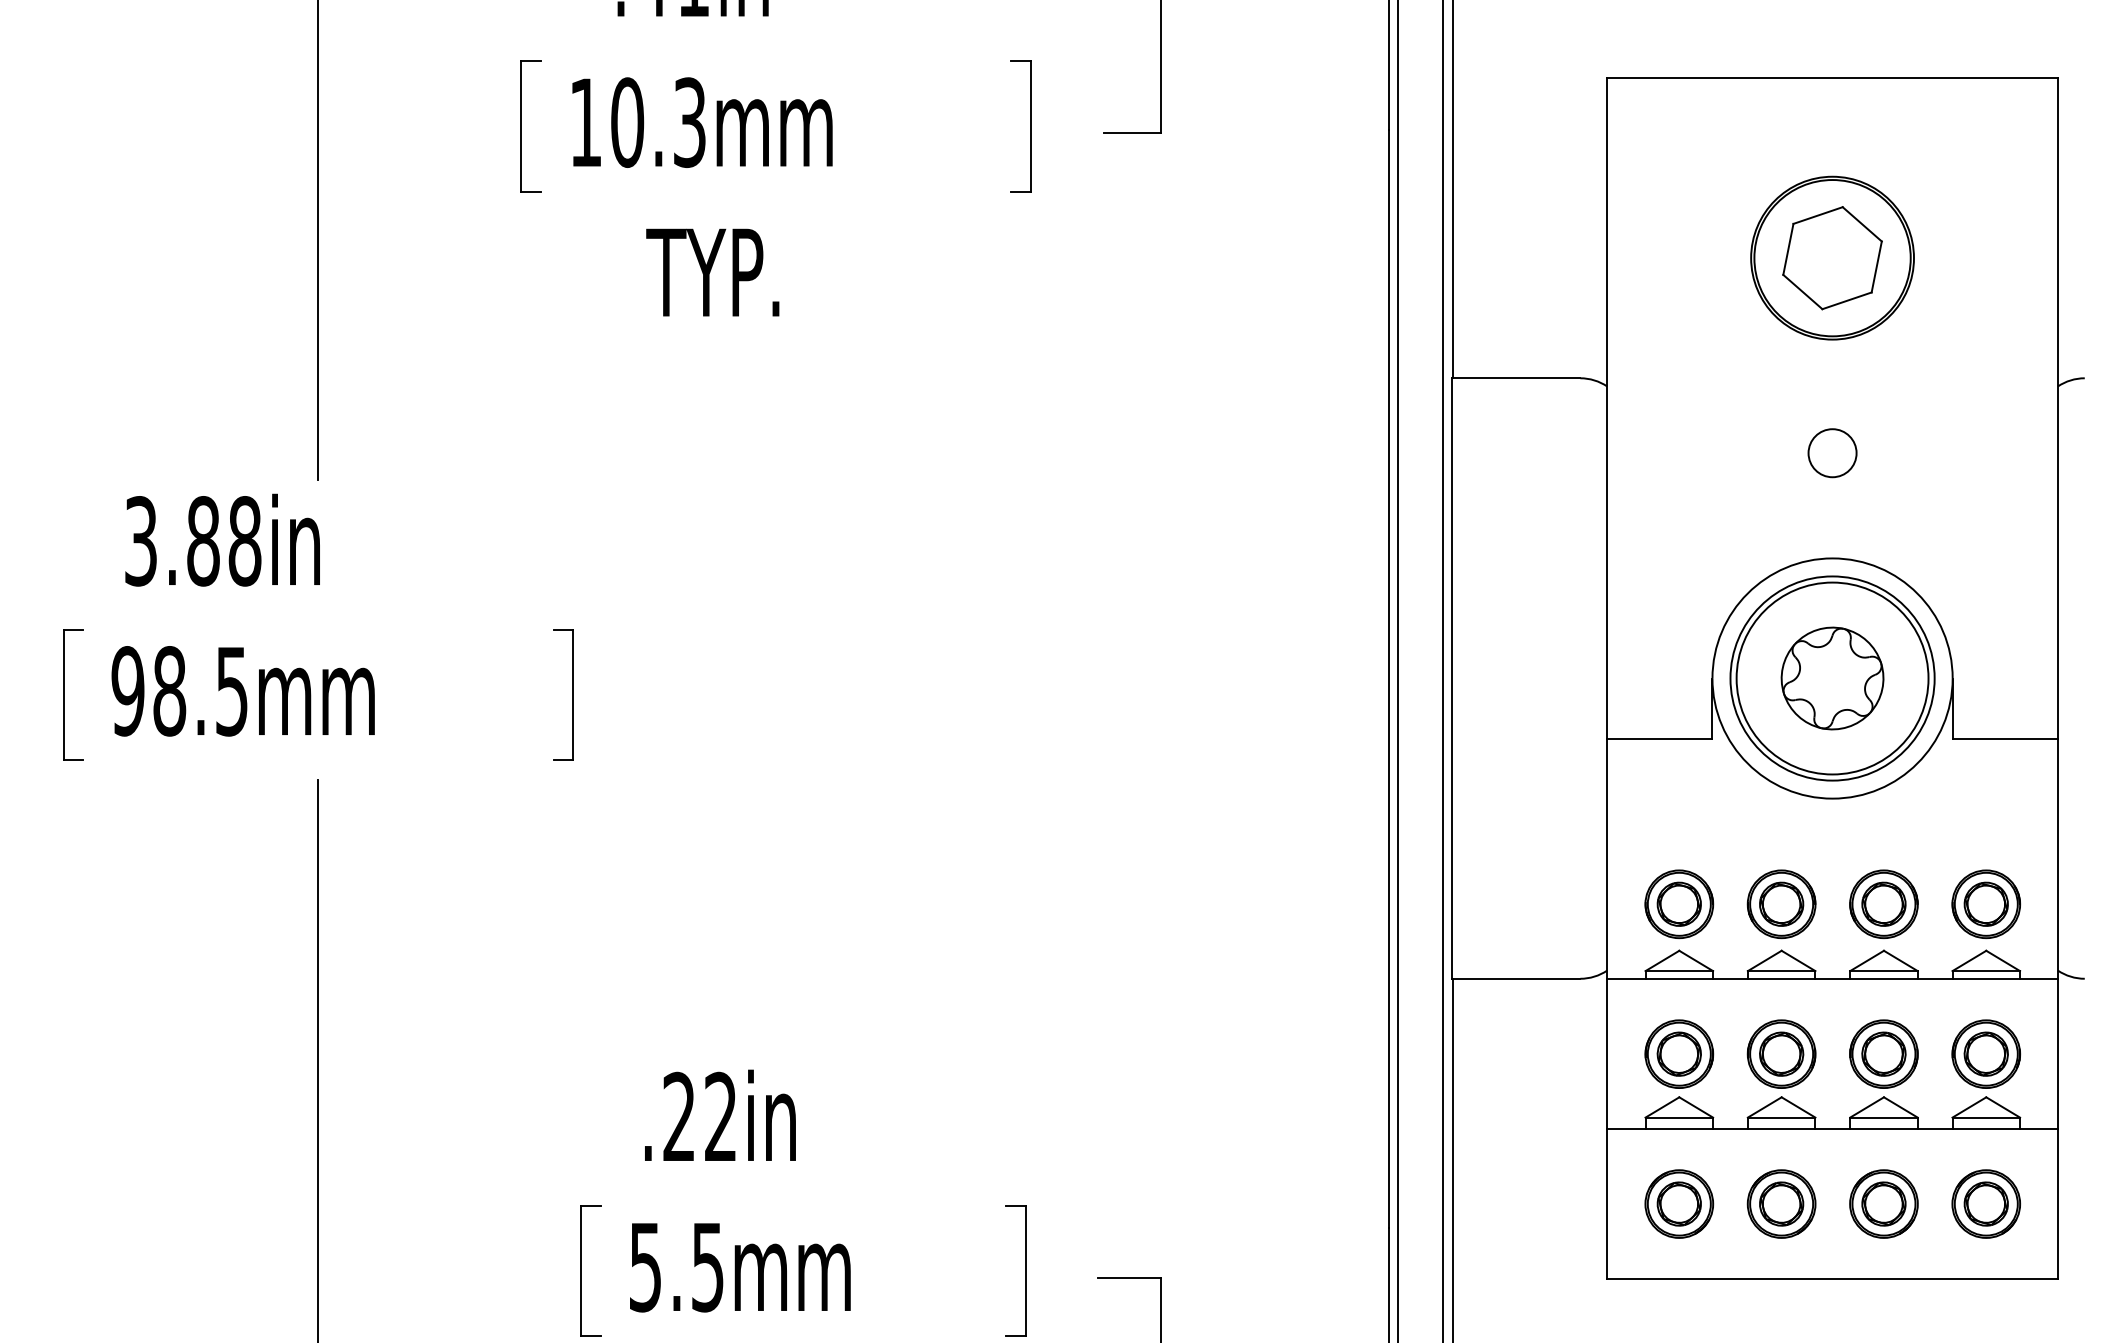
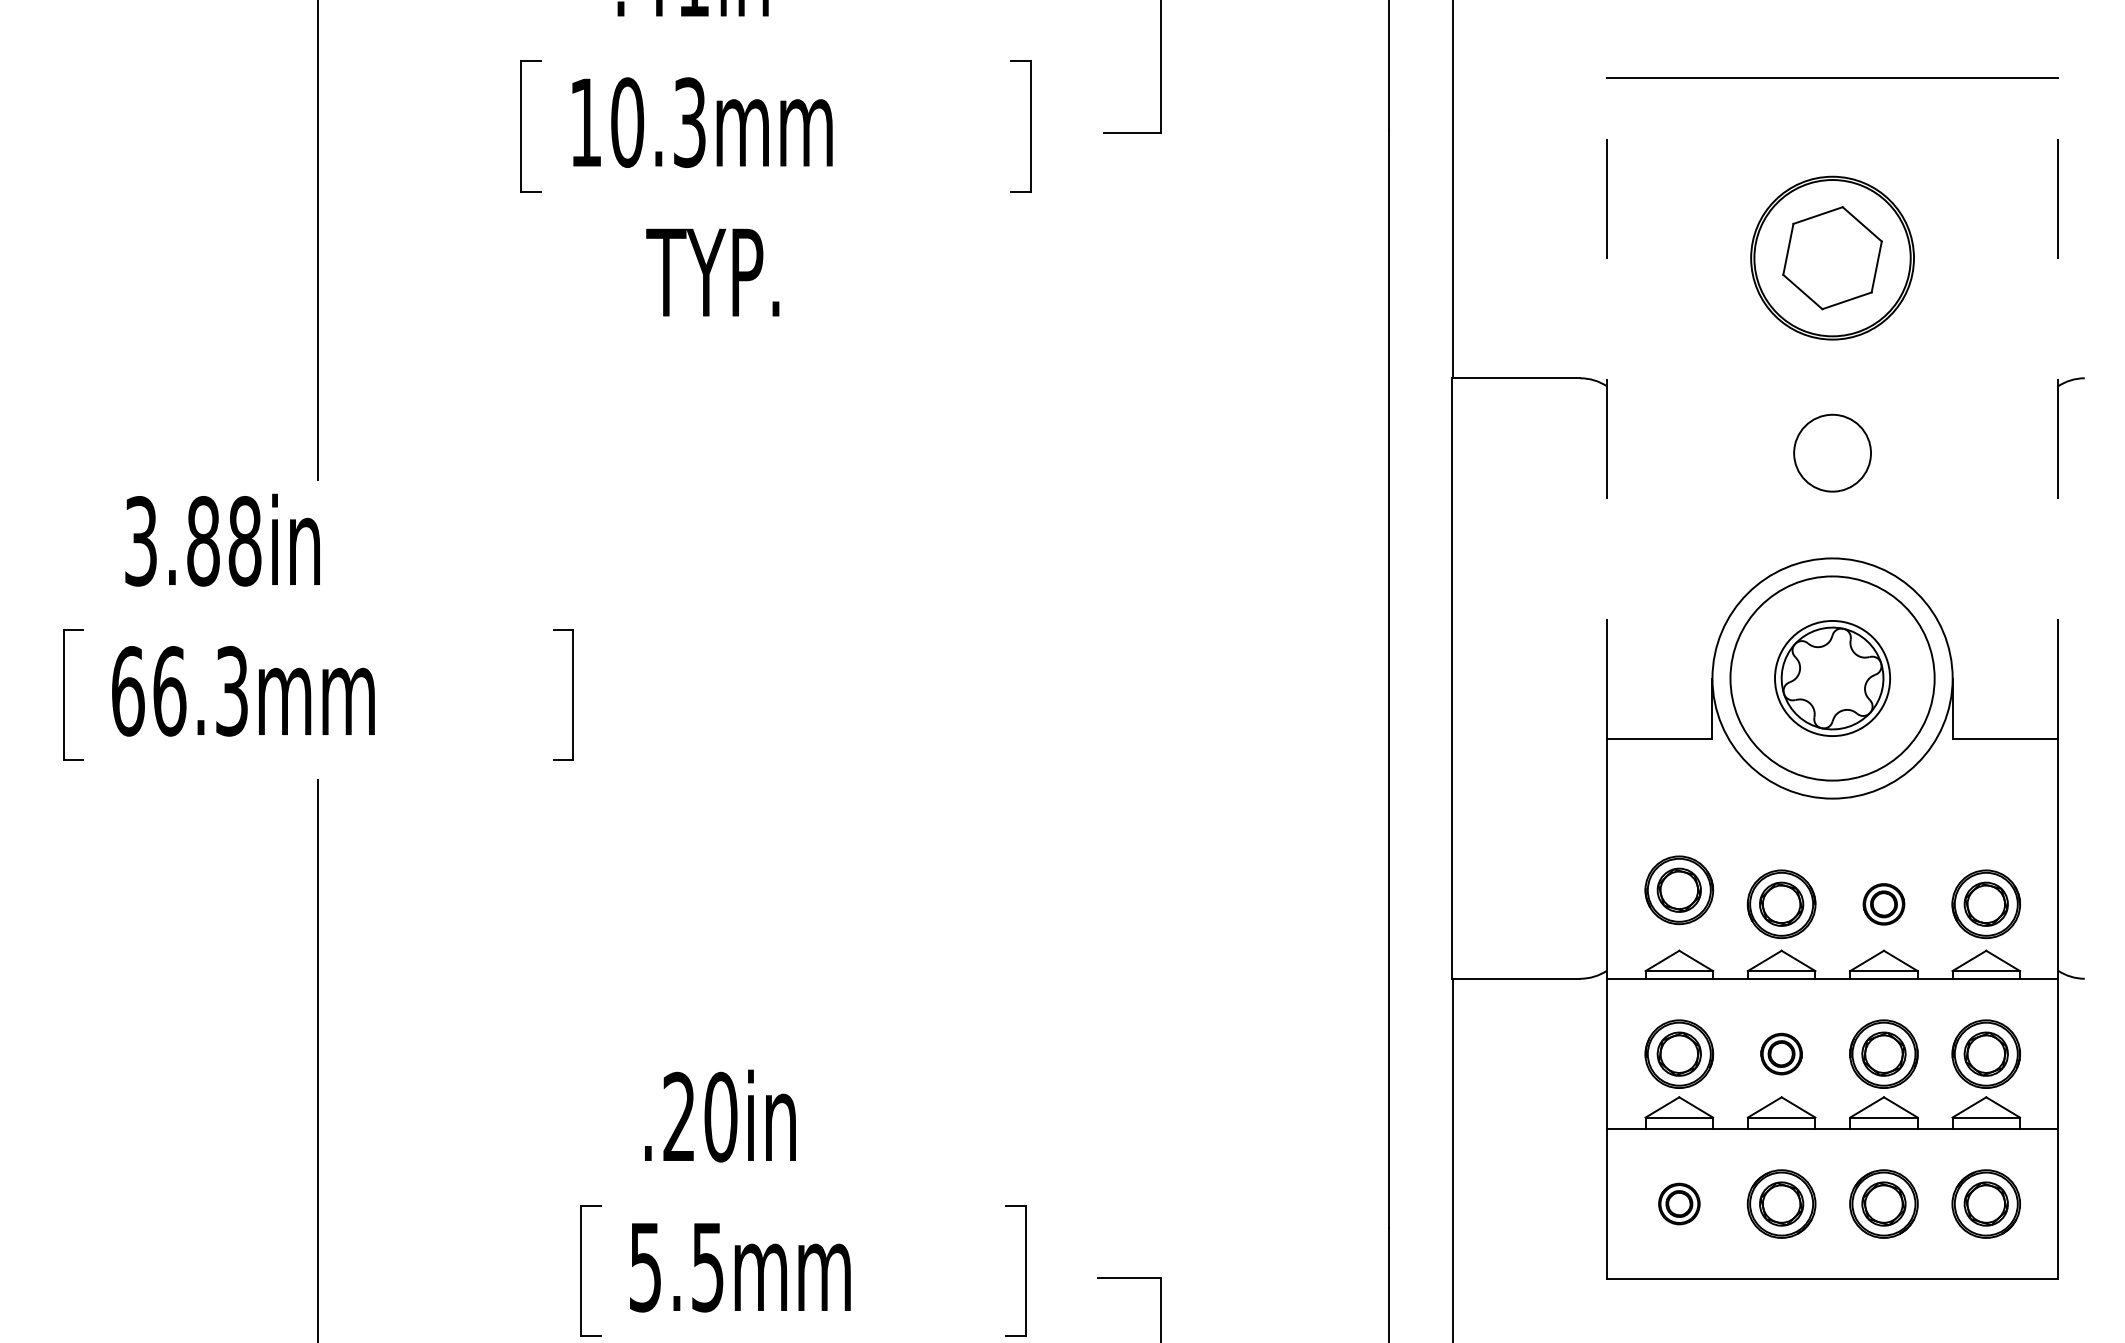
line at (1607, 408): solid -> dashed
line at (2057, 408): solid -> dashed
circle at (1832, 453) diameter: 48 px -> 77 px
line at (1397, 670): present -> none
line at (1443, 670): present -> none
circle at (1832, 678) diameter: 192 px -> 115 px
text at (179, 691): 98.5mm -> 66.3mm
part at (1679, 904) position: (1679, 904) -> (1679, 890)
part at (1883, 904) size: 70x71 px -> 44x43 px
part at (1781, 1053) size: 71x70 px -> 43x44 px
text at (720, 1116): .22in -> .20in
part at (1679, 1203) size: 71x70 px -> 43x44 px
